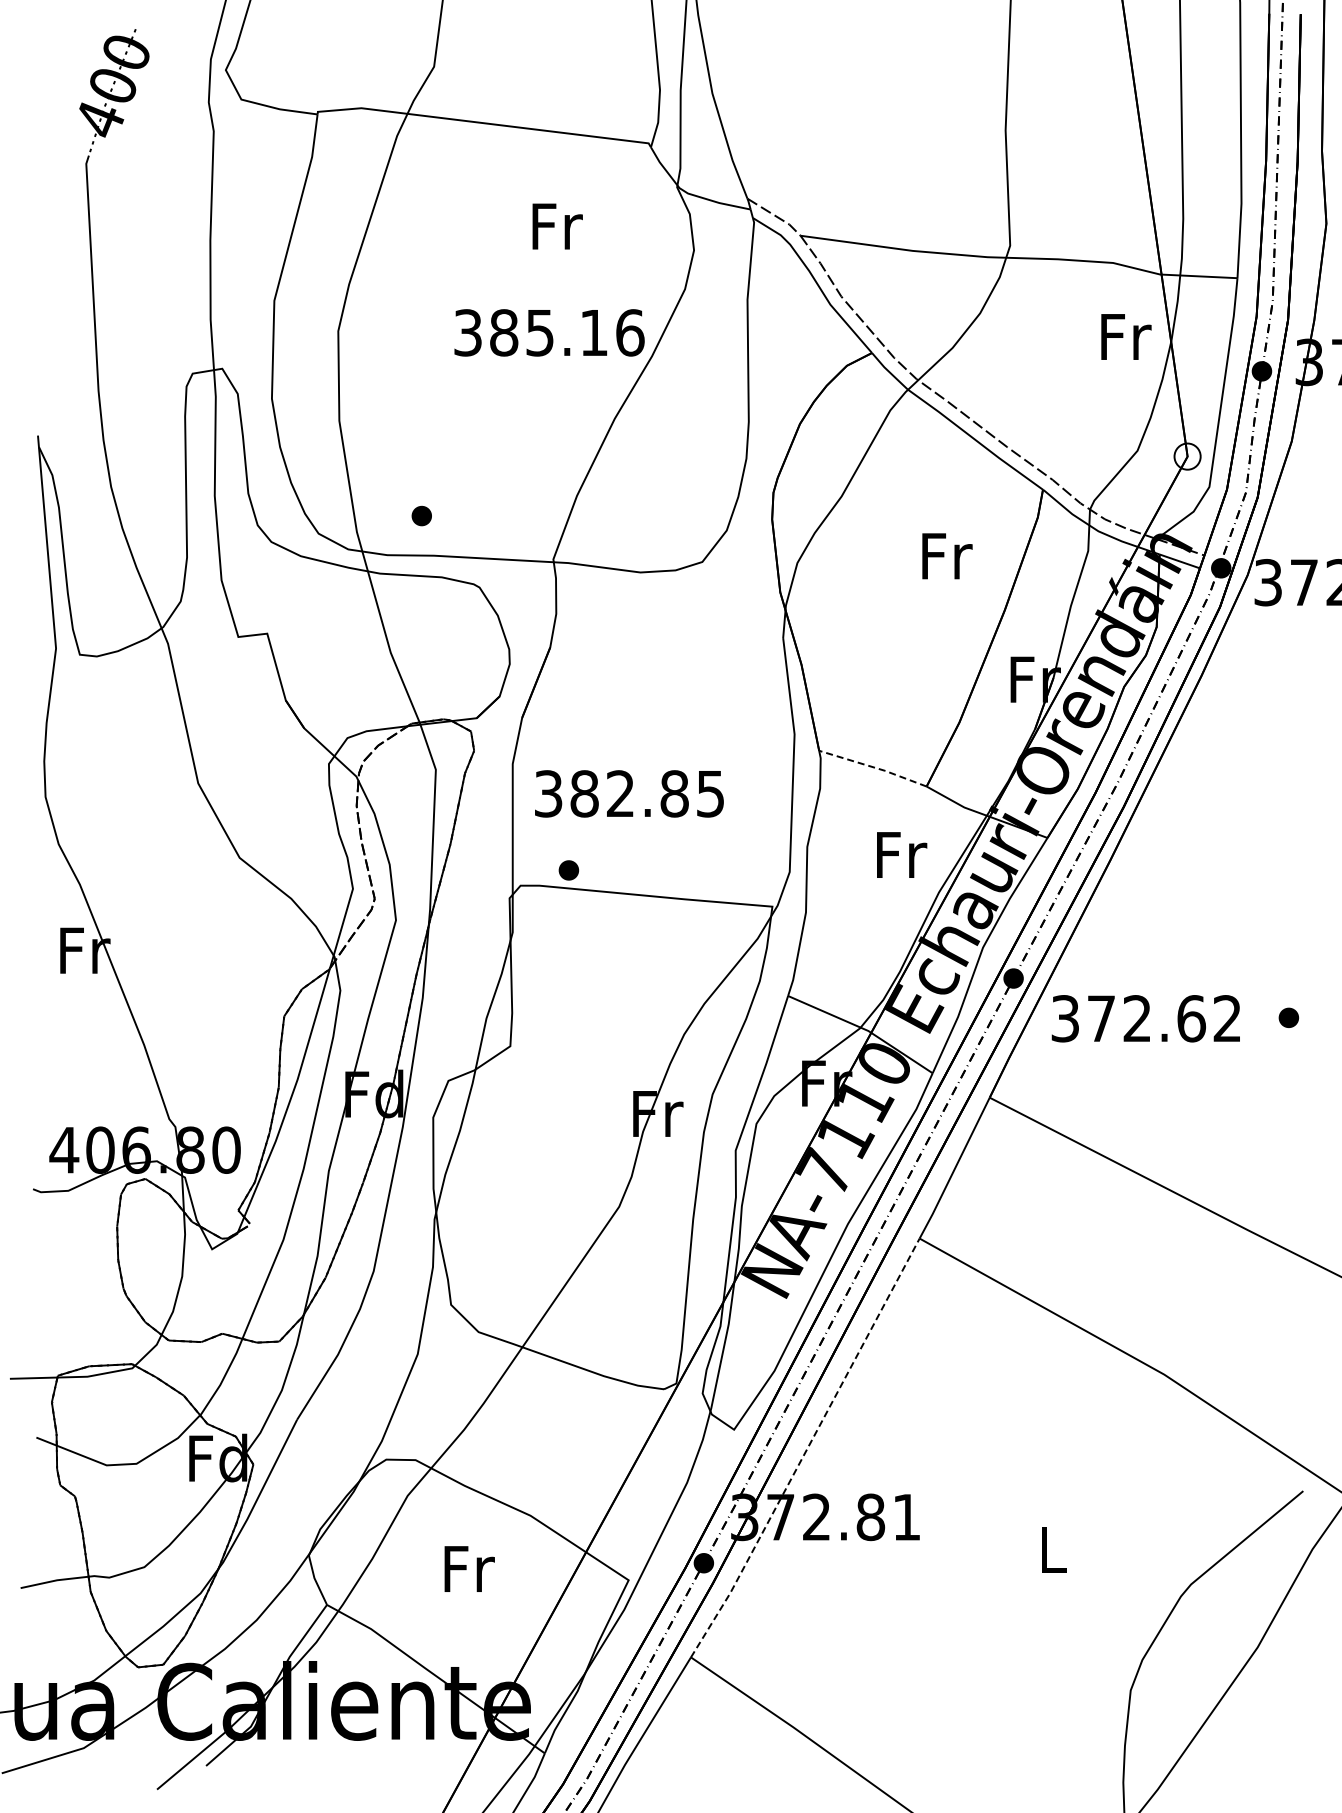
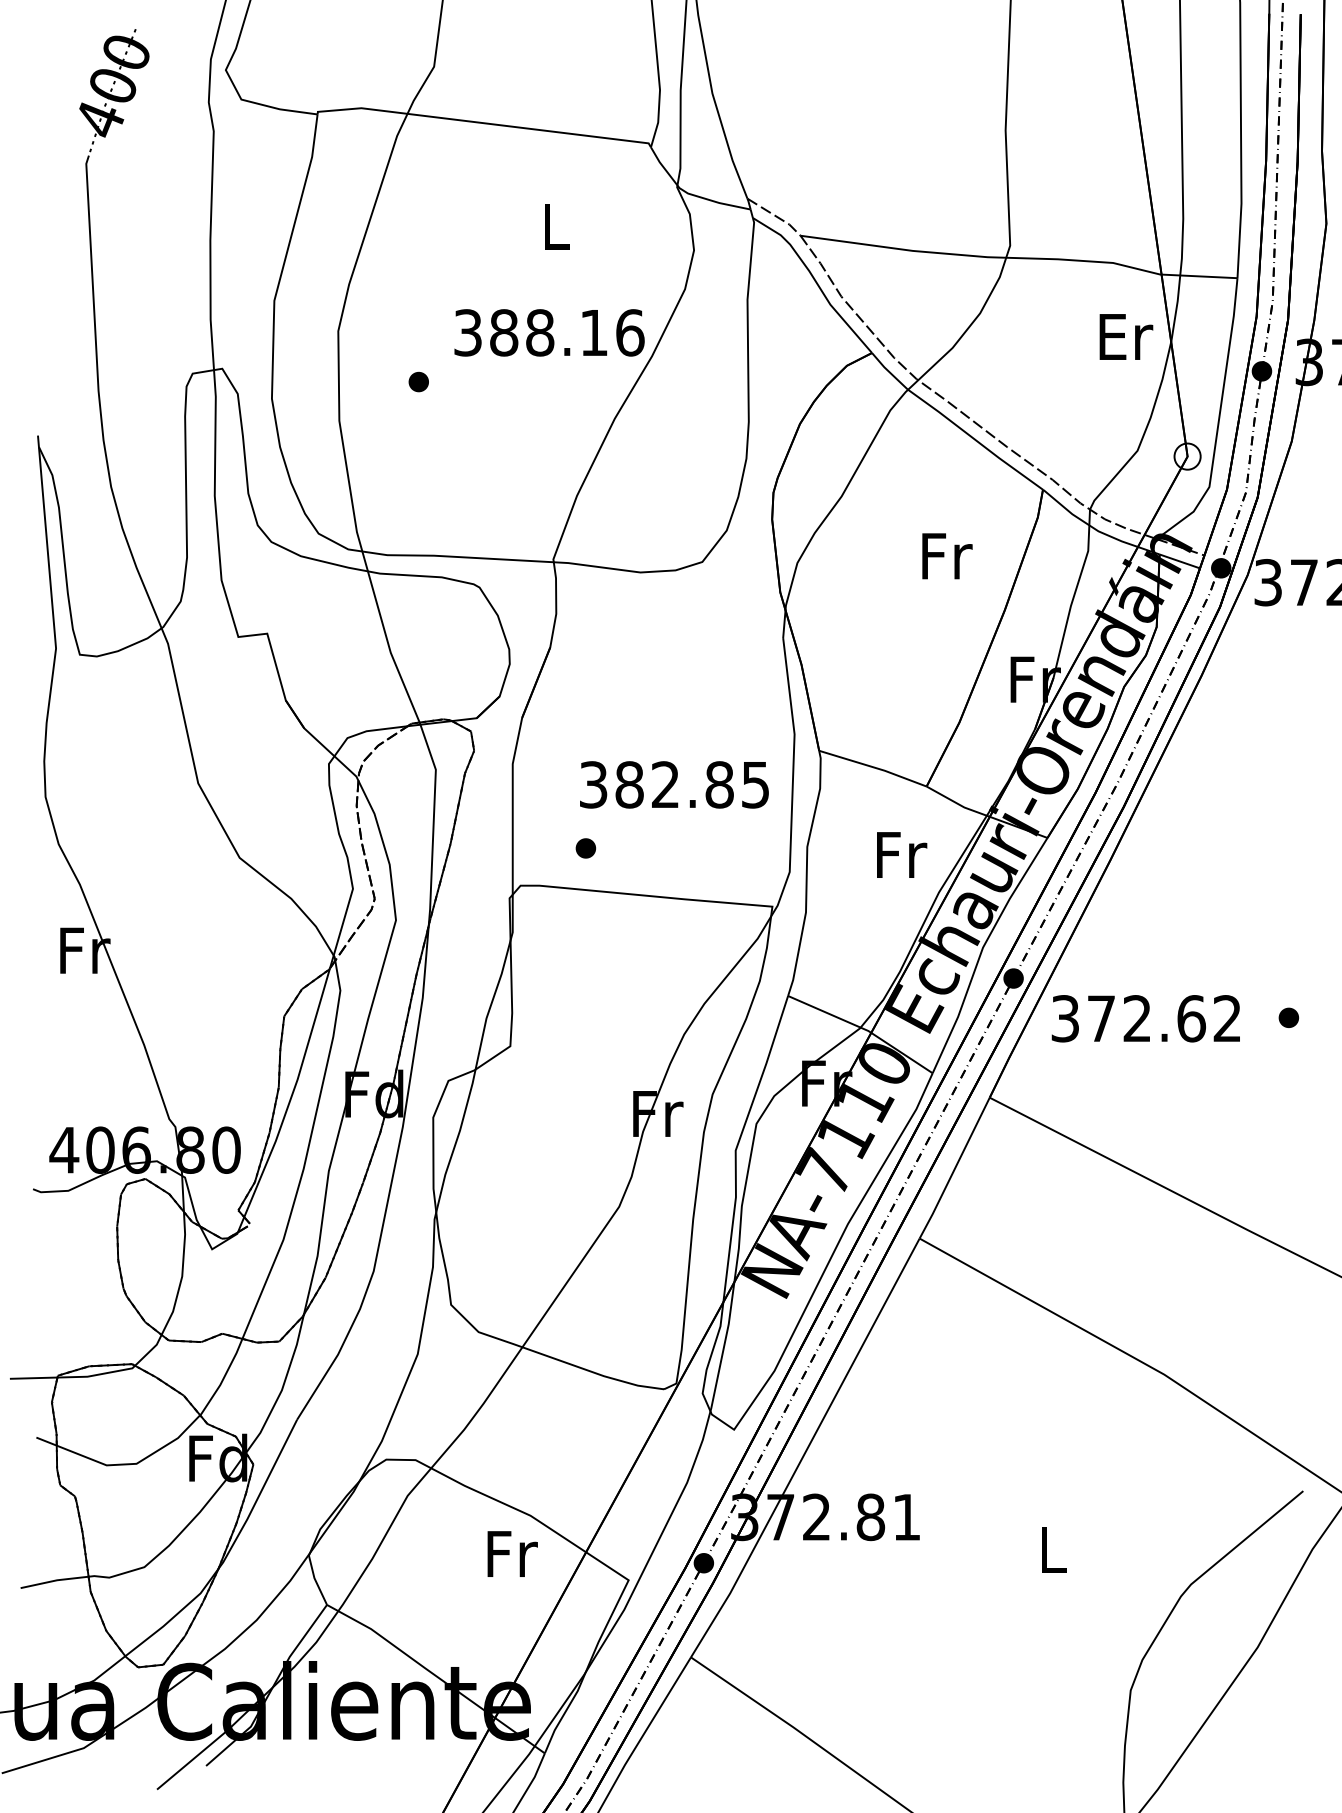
text at (557, 226): Fr -> L
text at (540, 332): 385.16 -> 388.16
text at (1126, 336): Fr -> Er
part at (421, 515) position: (421, 515) -> (418, 381)
line at (873, 767): dashed -> solid
text at (629, 793) position: (629, 793) -> (674, 784)
part at (568, 870) position: (568, 870) -> (585, 848)
line at (806, 1449): dashed -> solid
text at (469, 1568) position: (469, 1568) -> (512, 1553)
